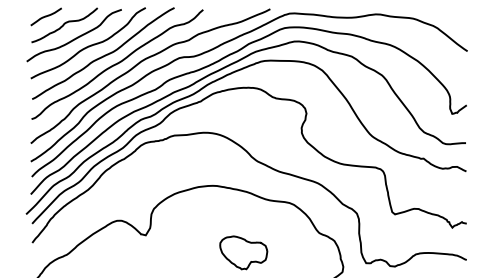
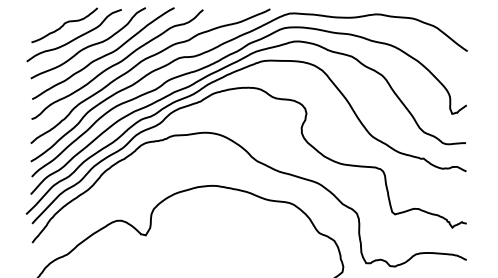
curve at (45, 16): present -> none
part at (243, 252): present -> none
